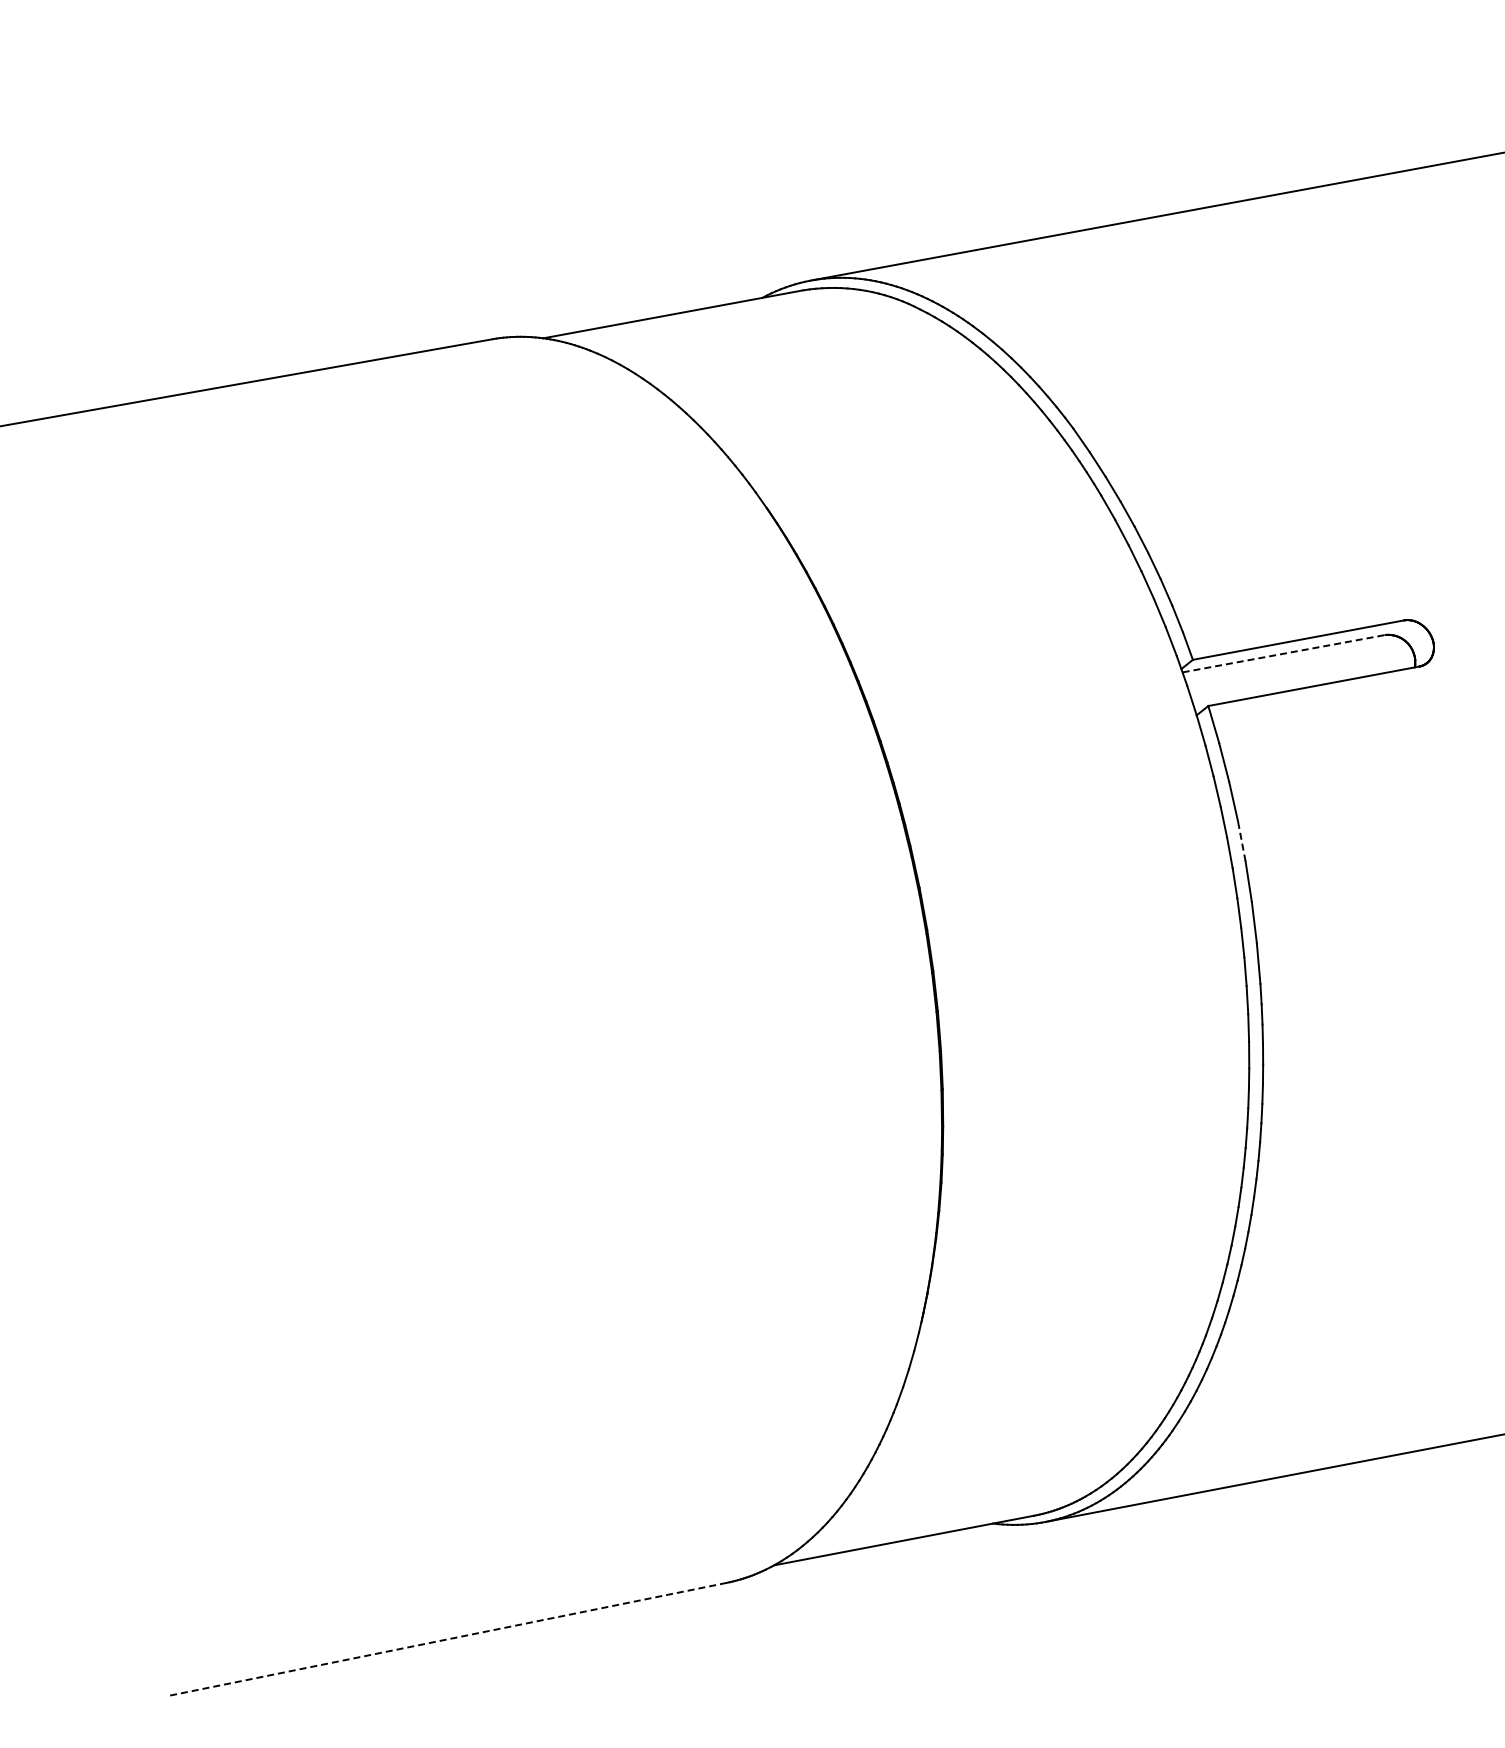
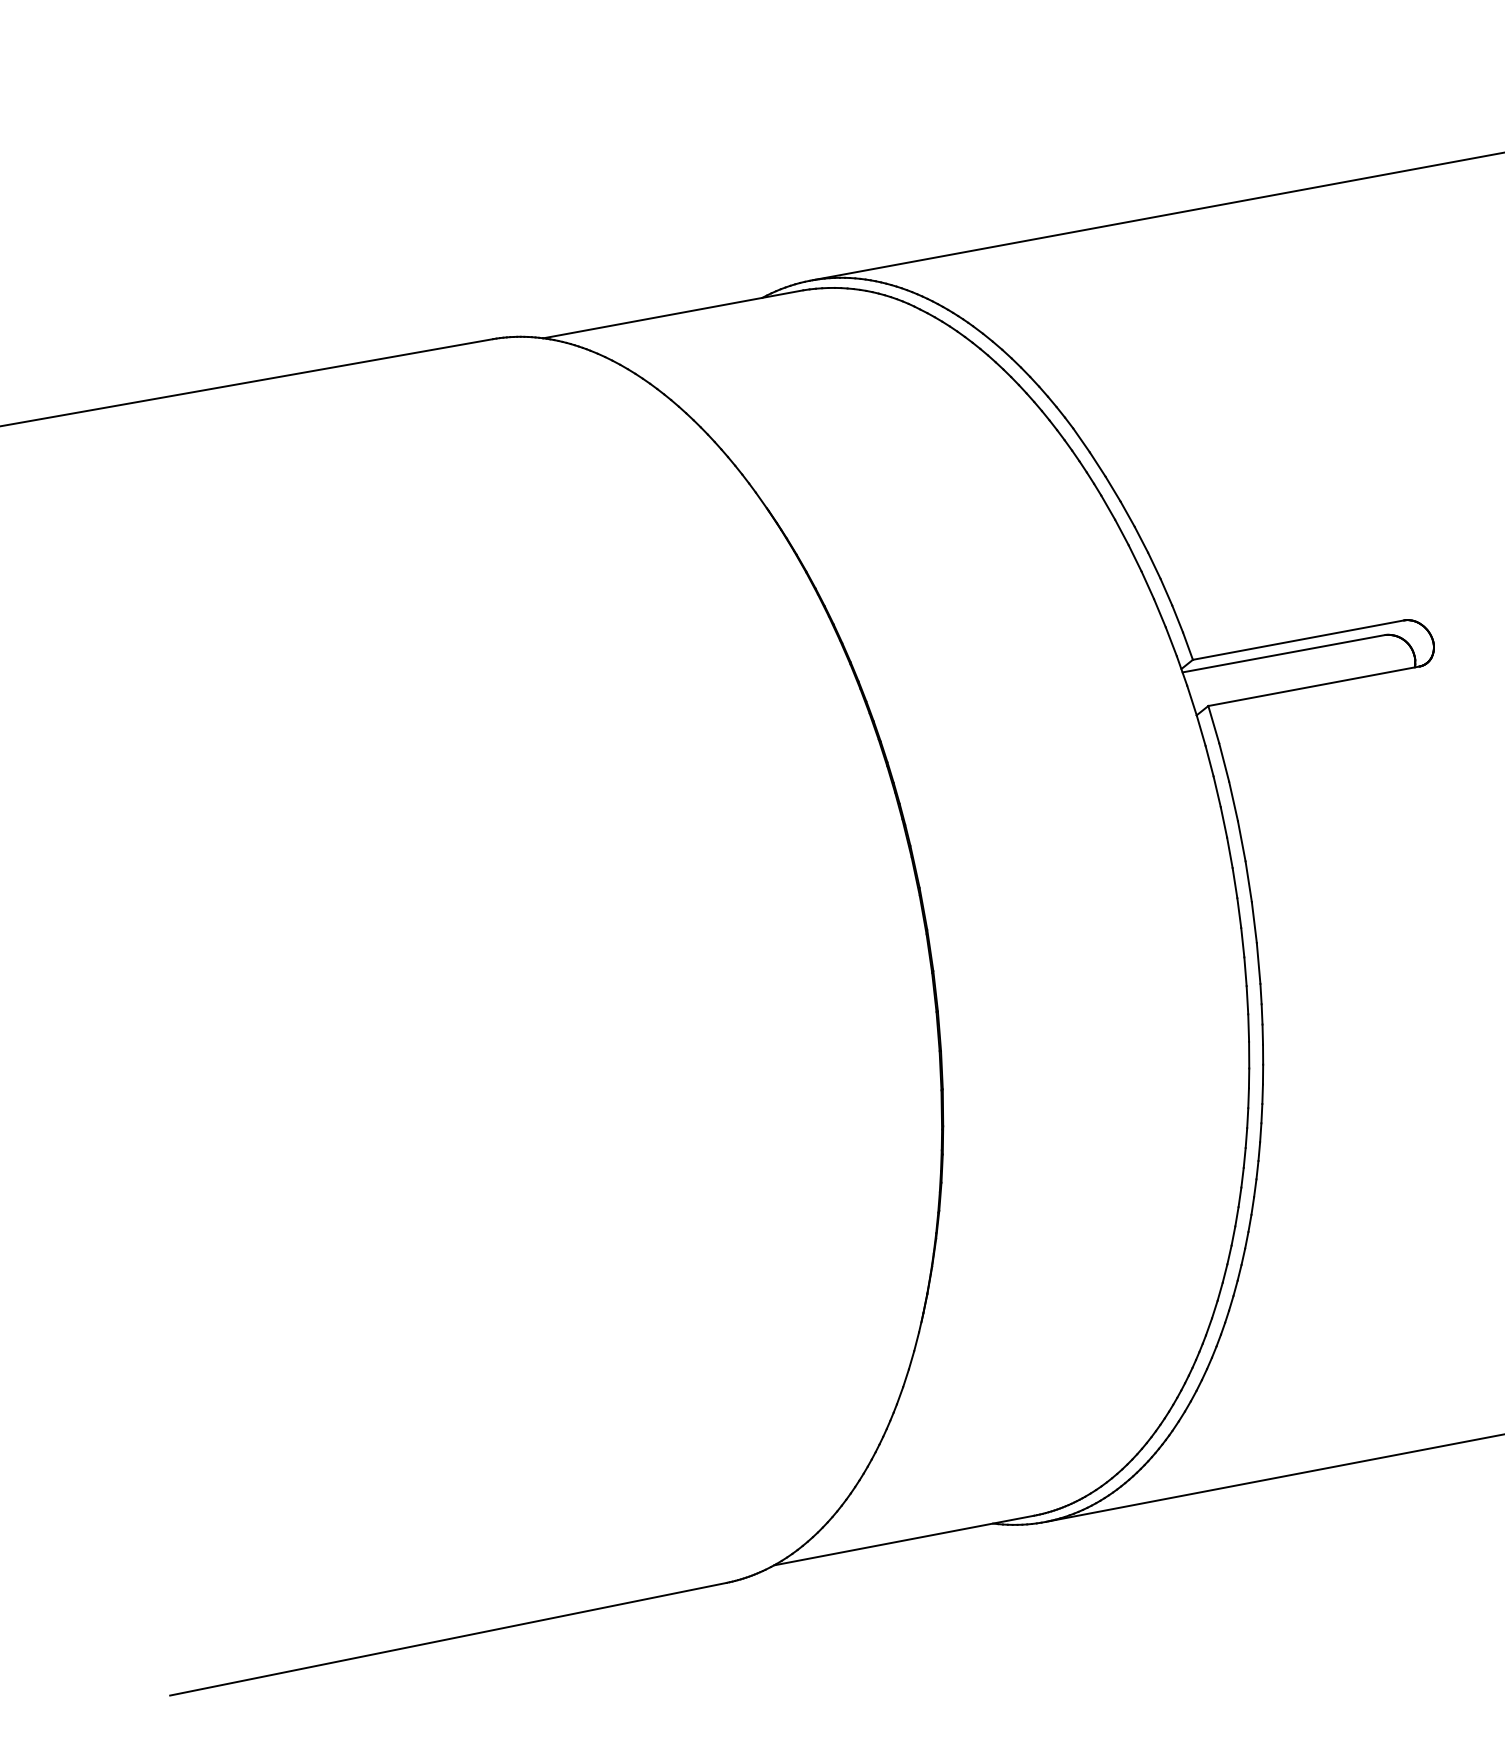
line at (1284, 653): dashed -> solid
line at (1241, 840): dashed -> solid
line at (449, 1639): dashed -> solid
